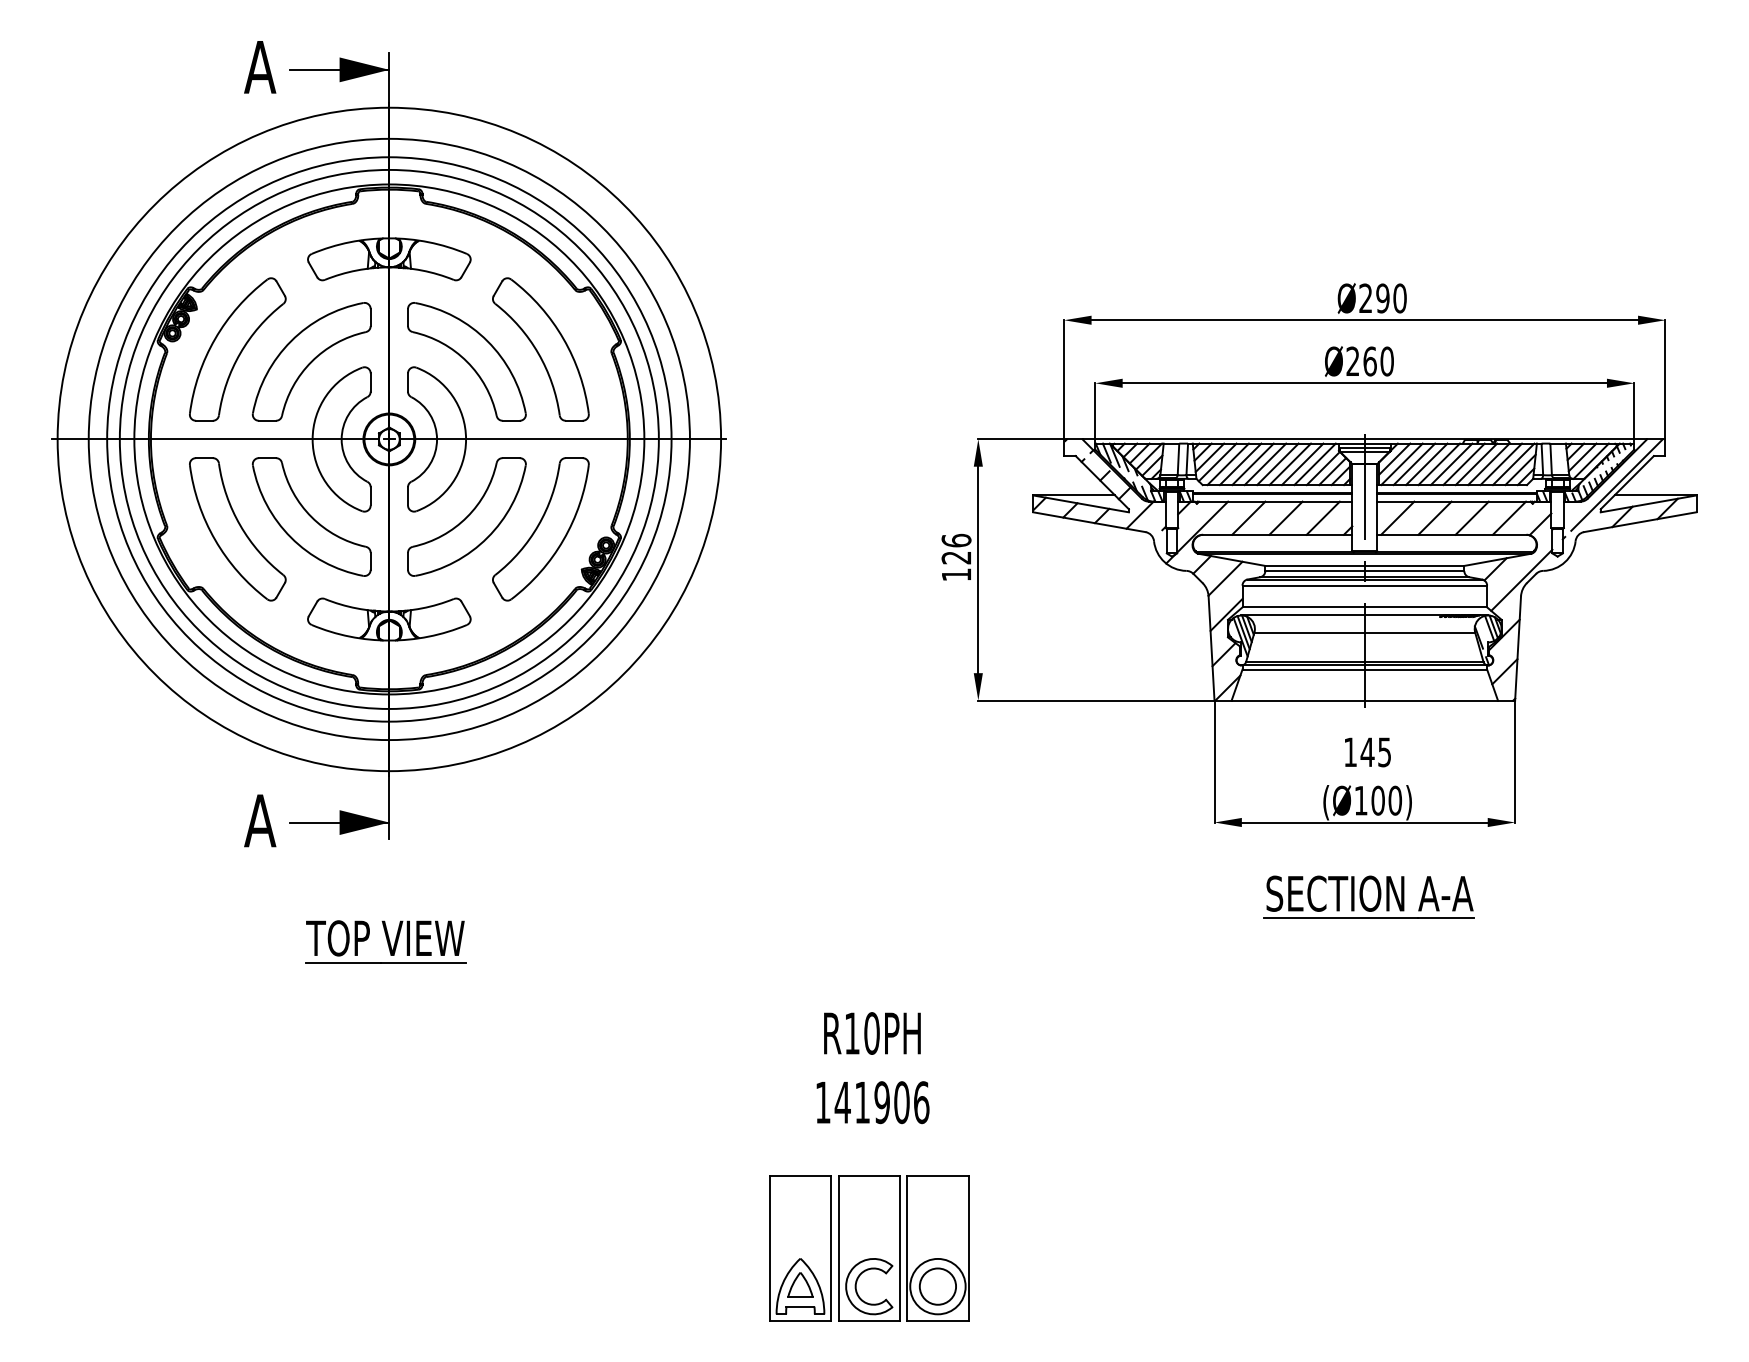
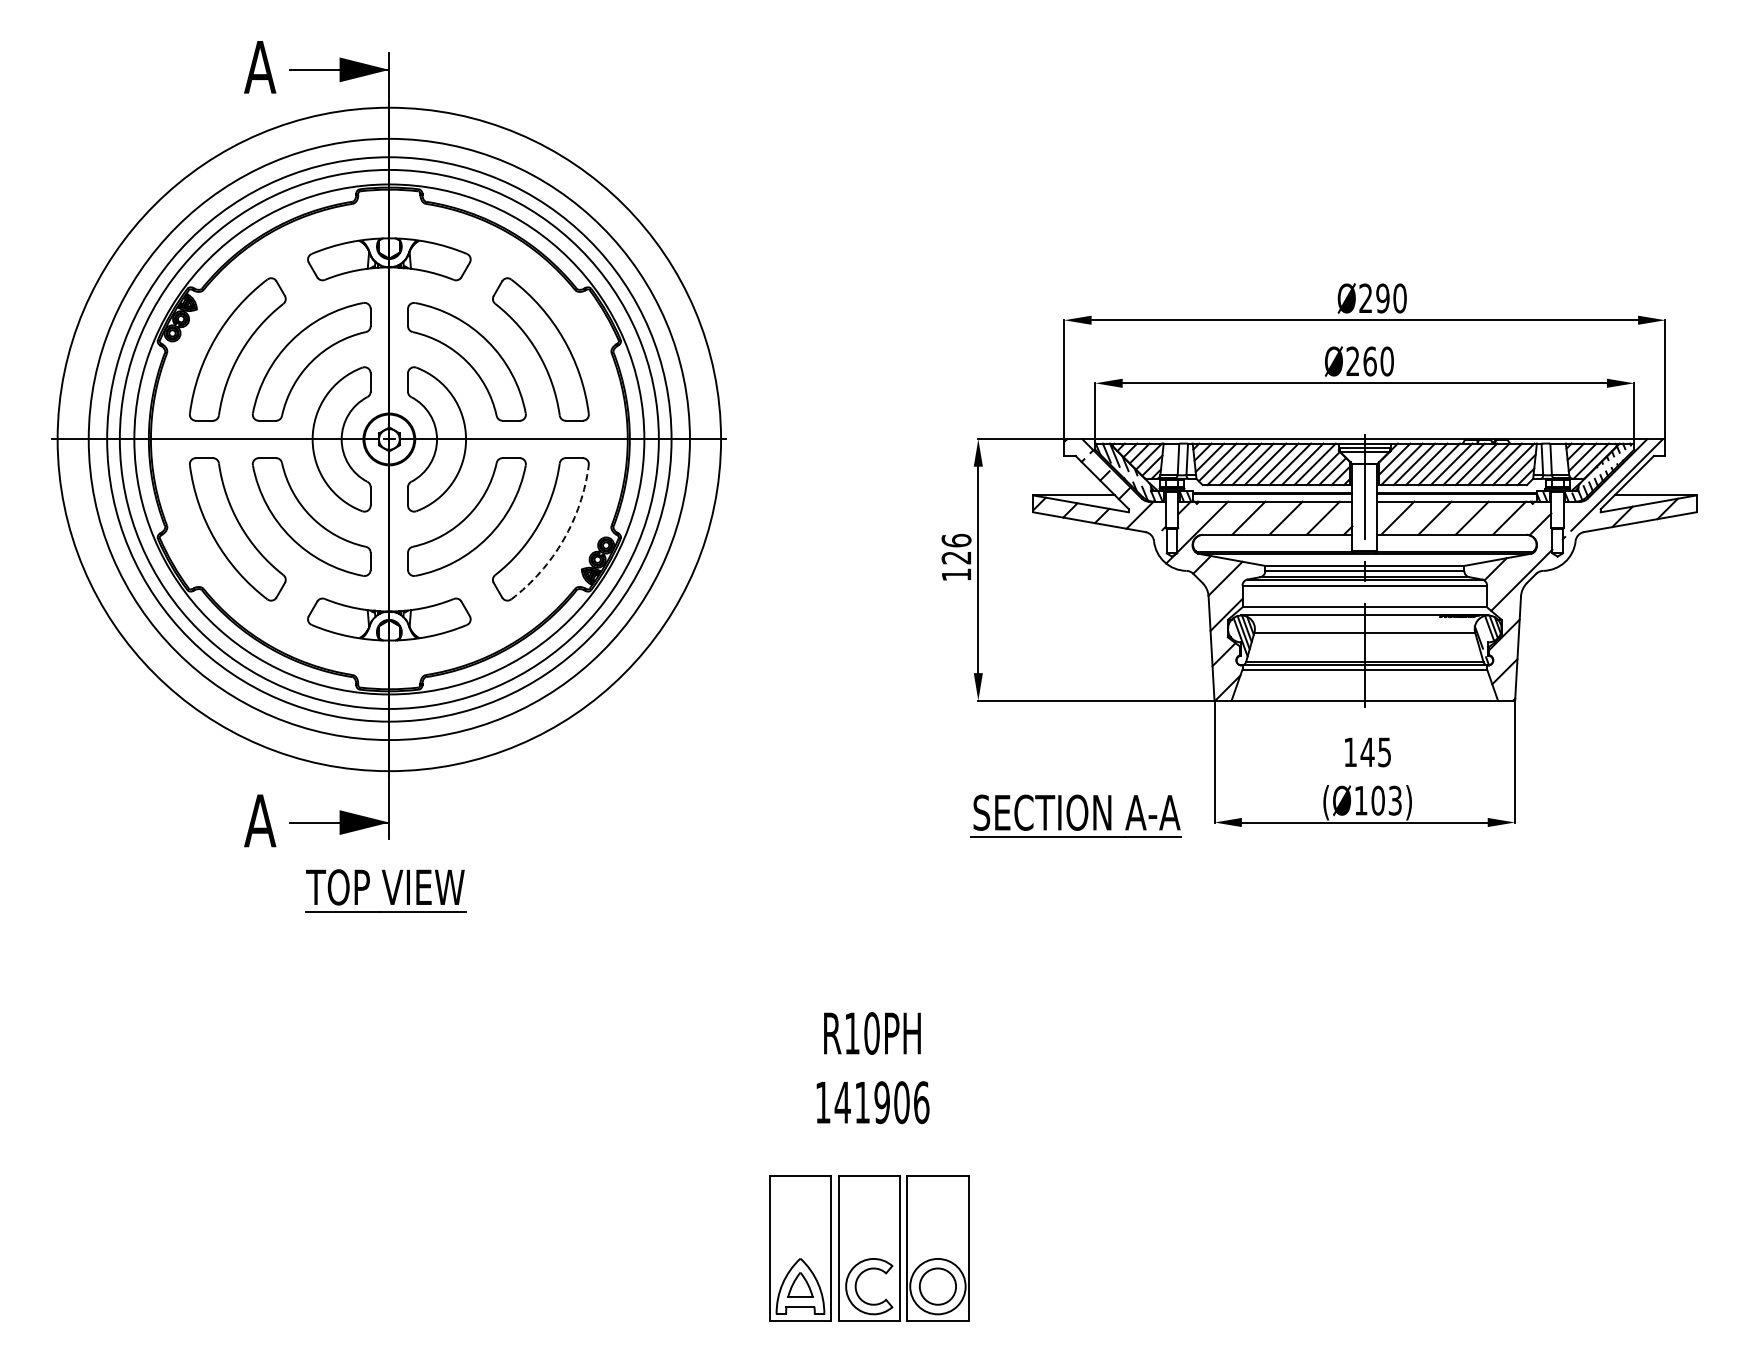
arc at (563, 540): solid -> dashed
text at (1395, 800): (Ø100) -> (Ø103)
part at (1368, 896) position: (1368, 896) -> (1075, 815)
part at (385, 941) position: (385, 941) -> (385, 890)
